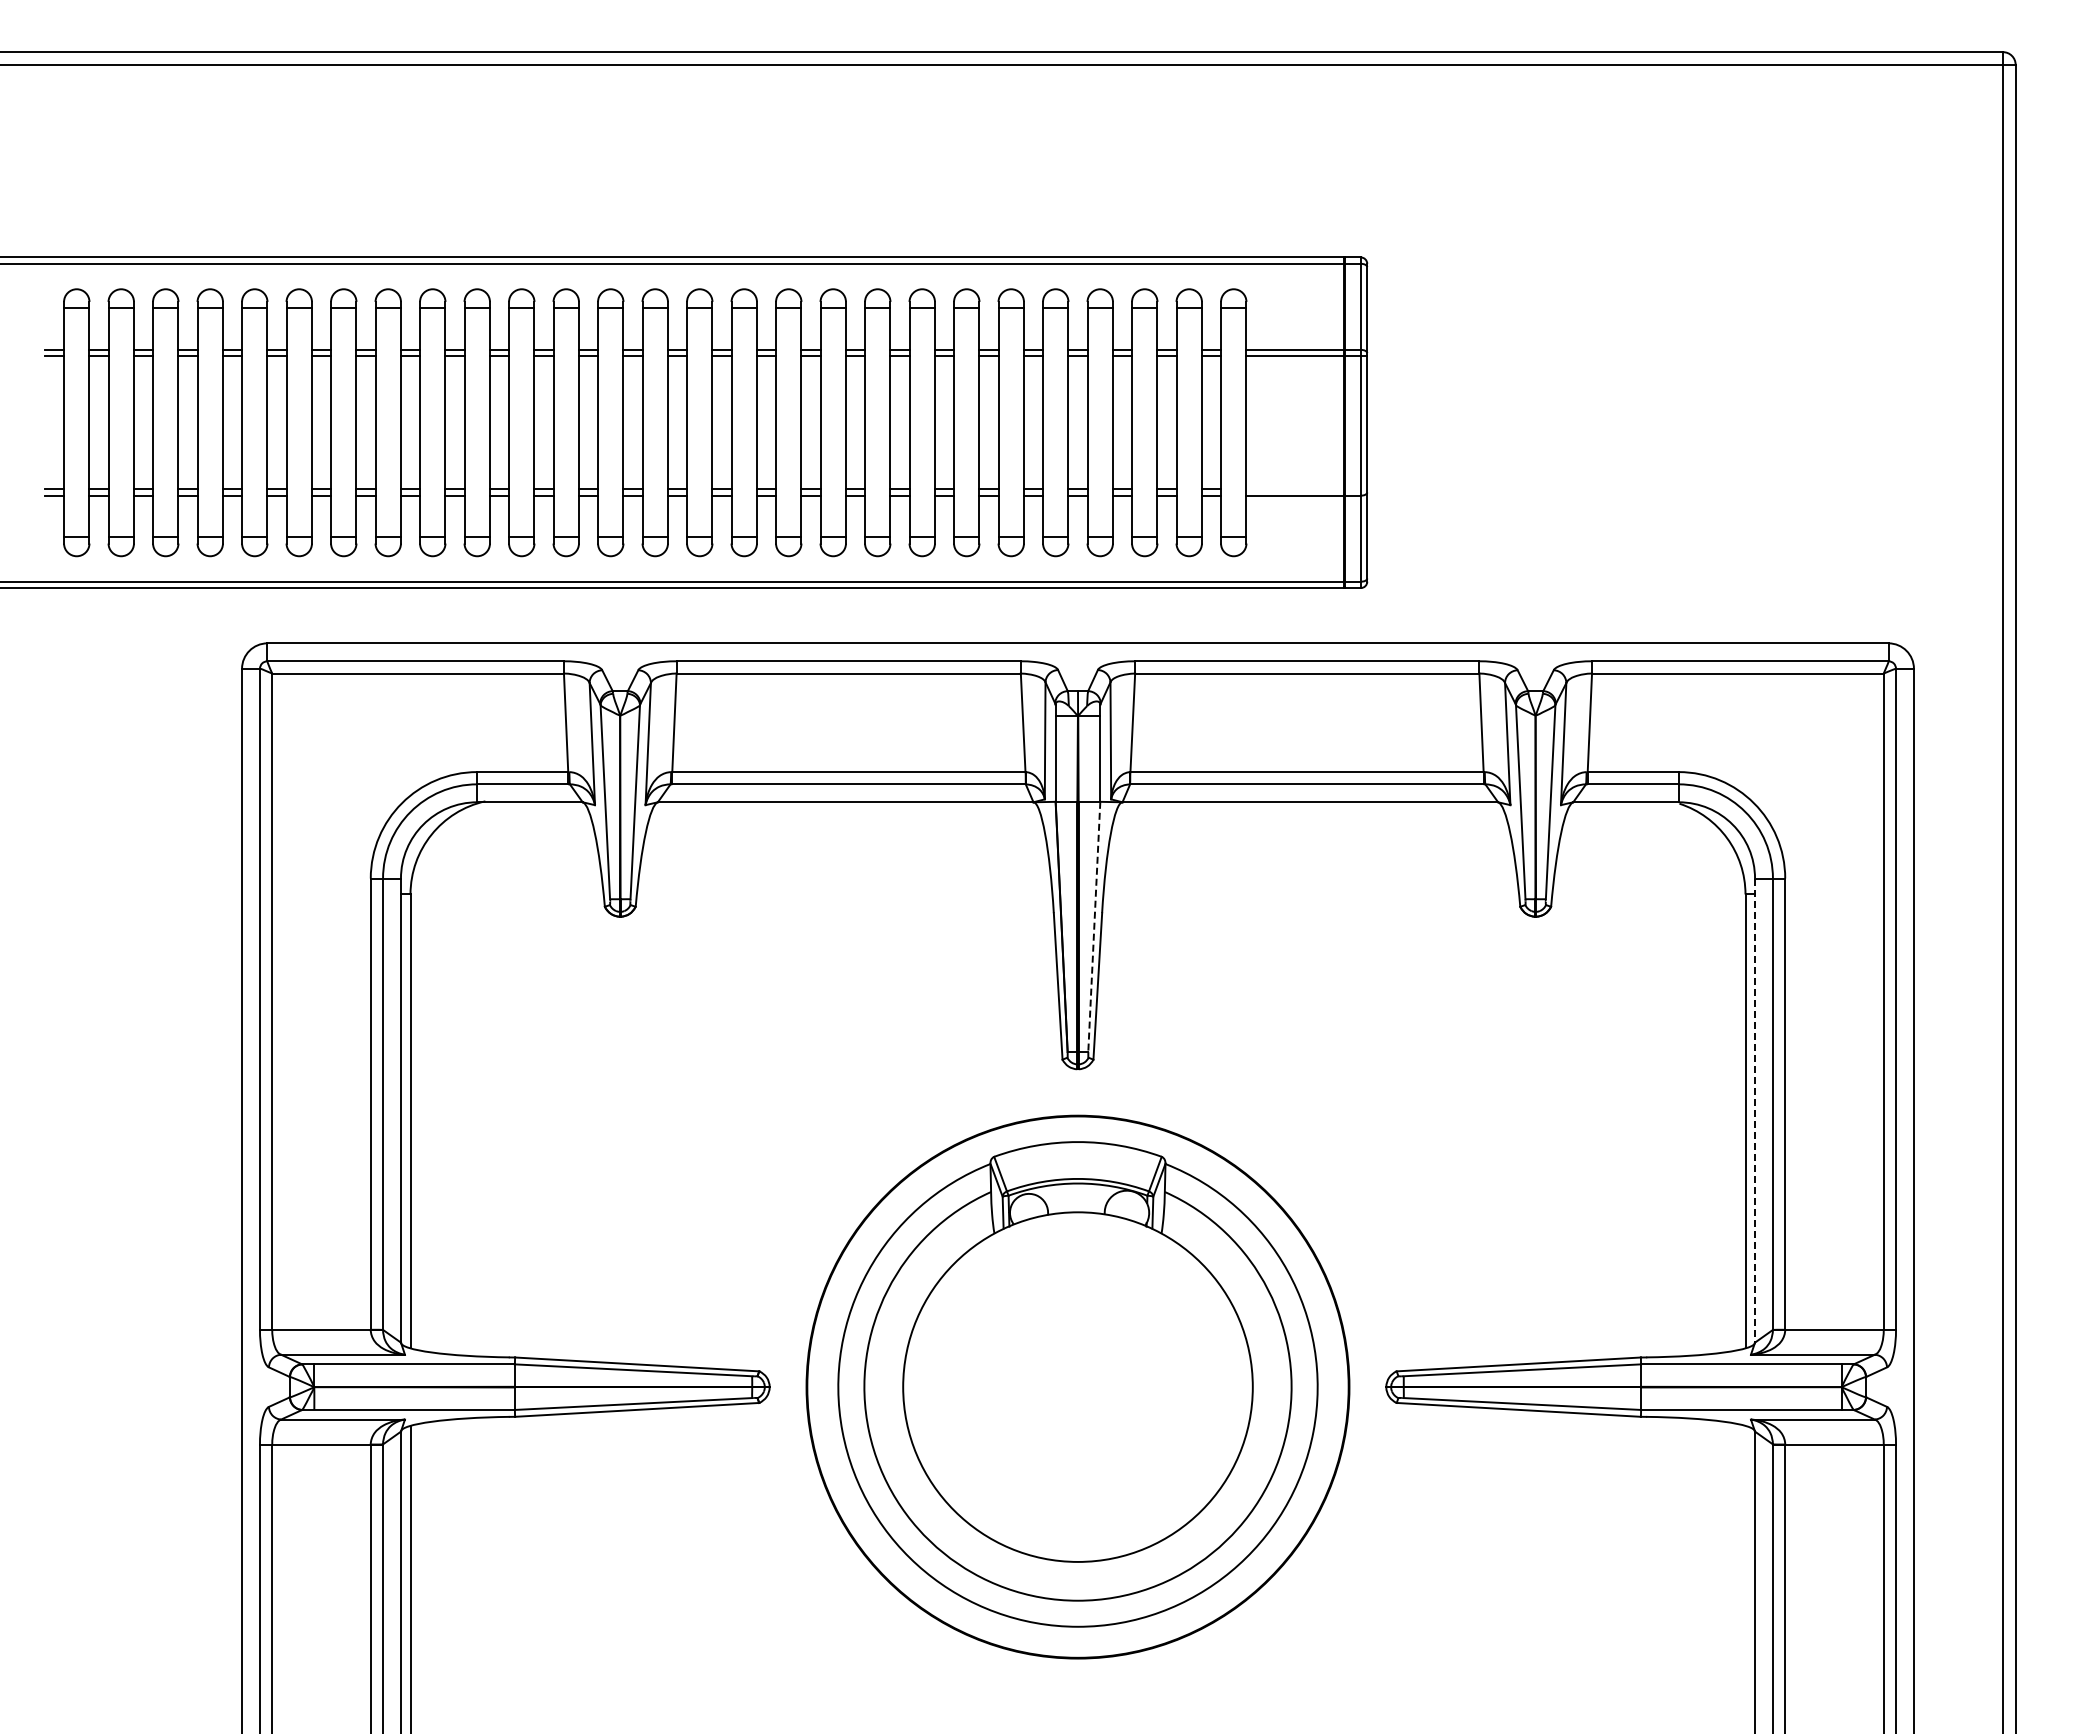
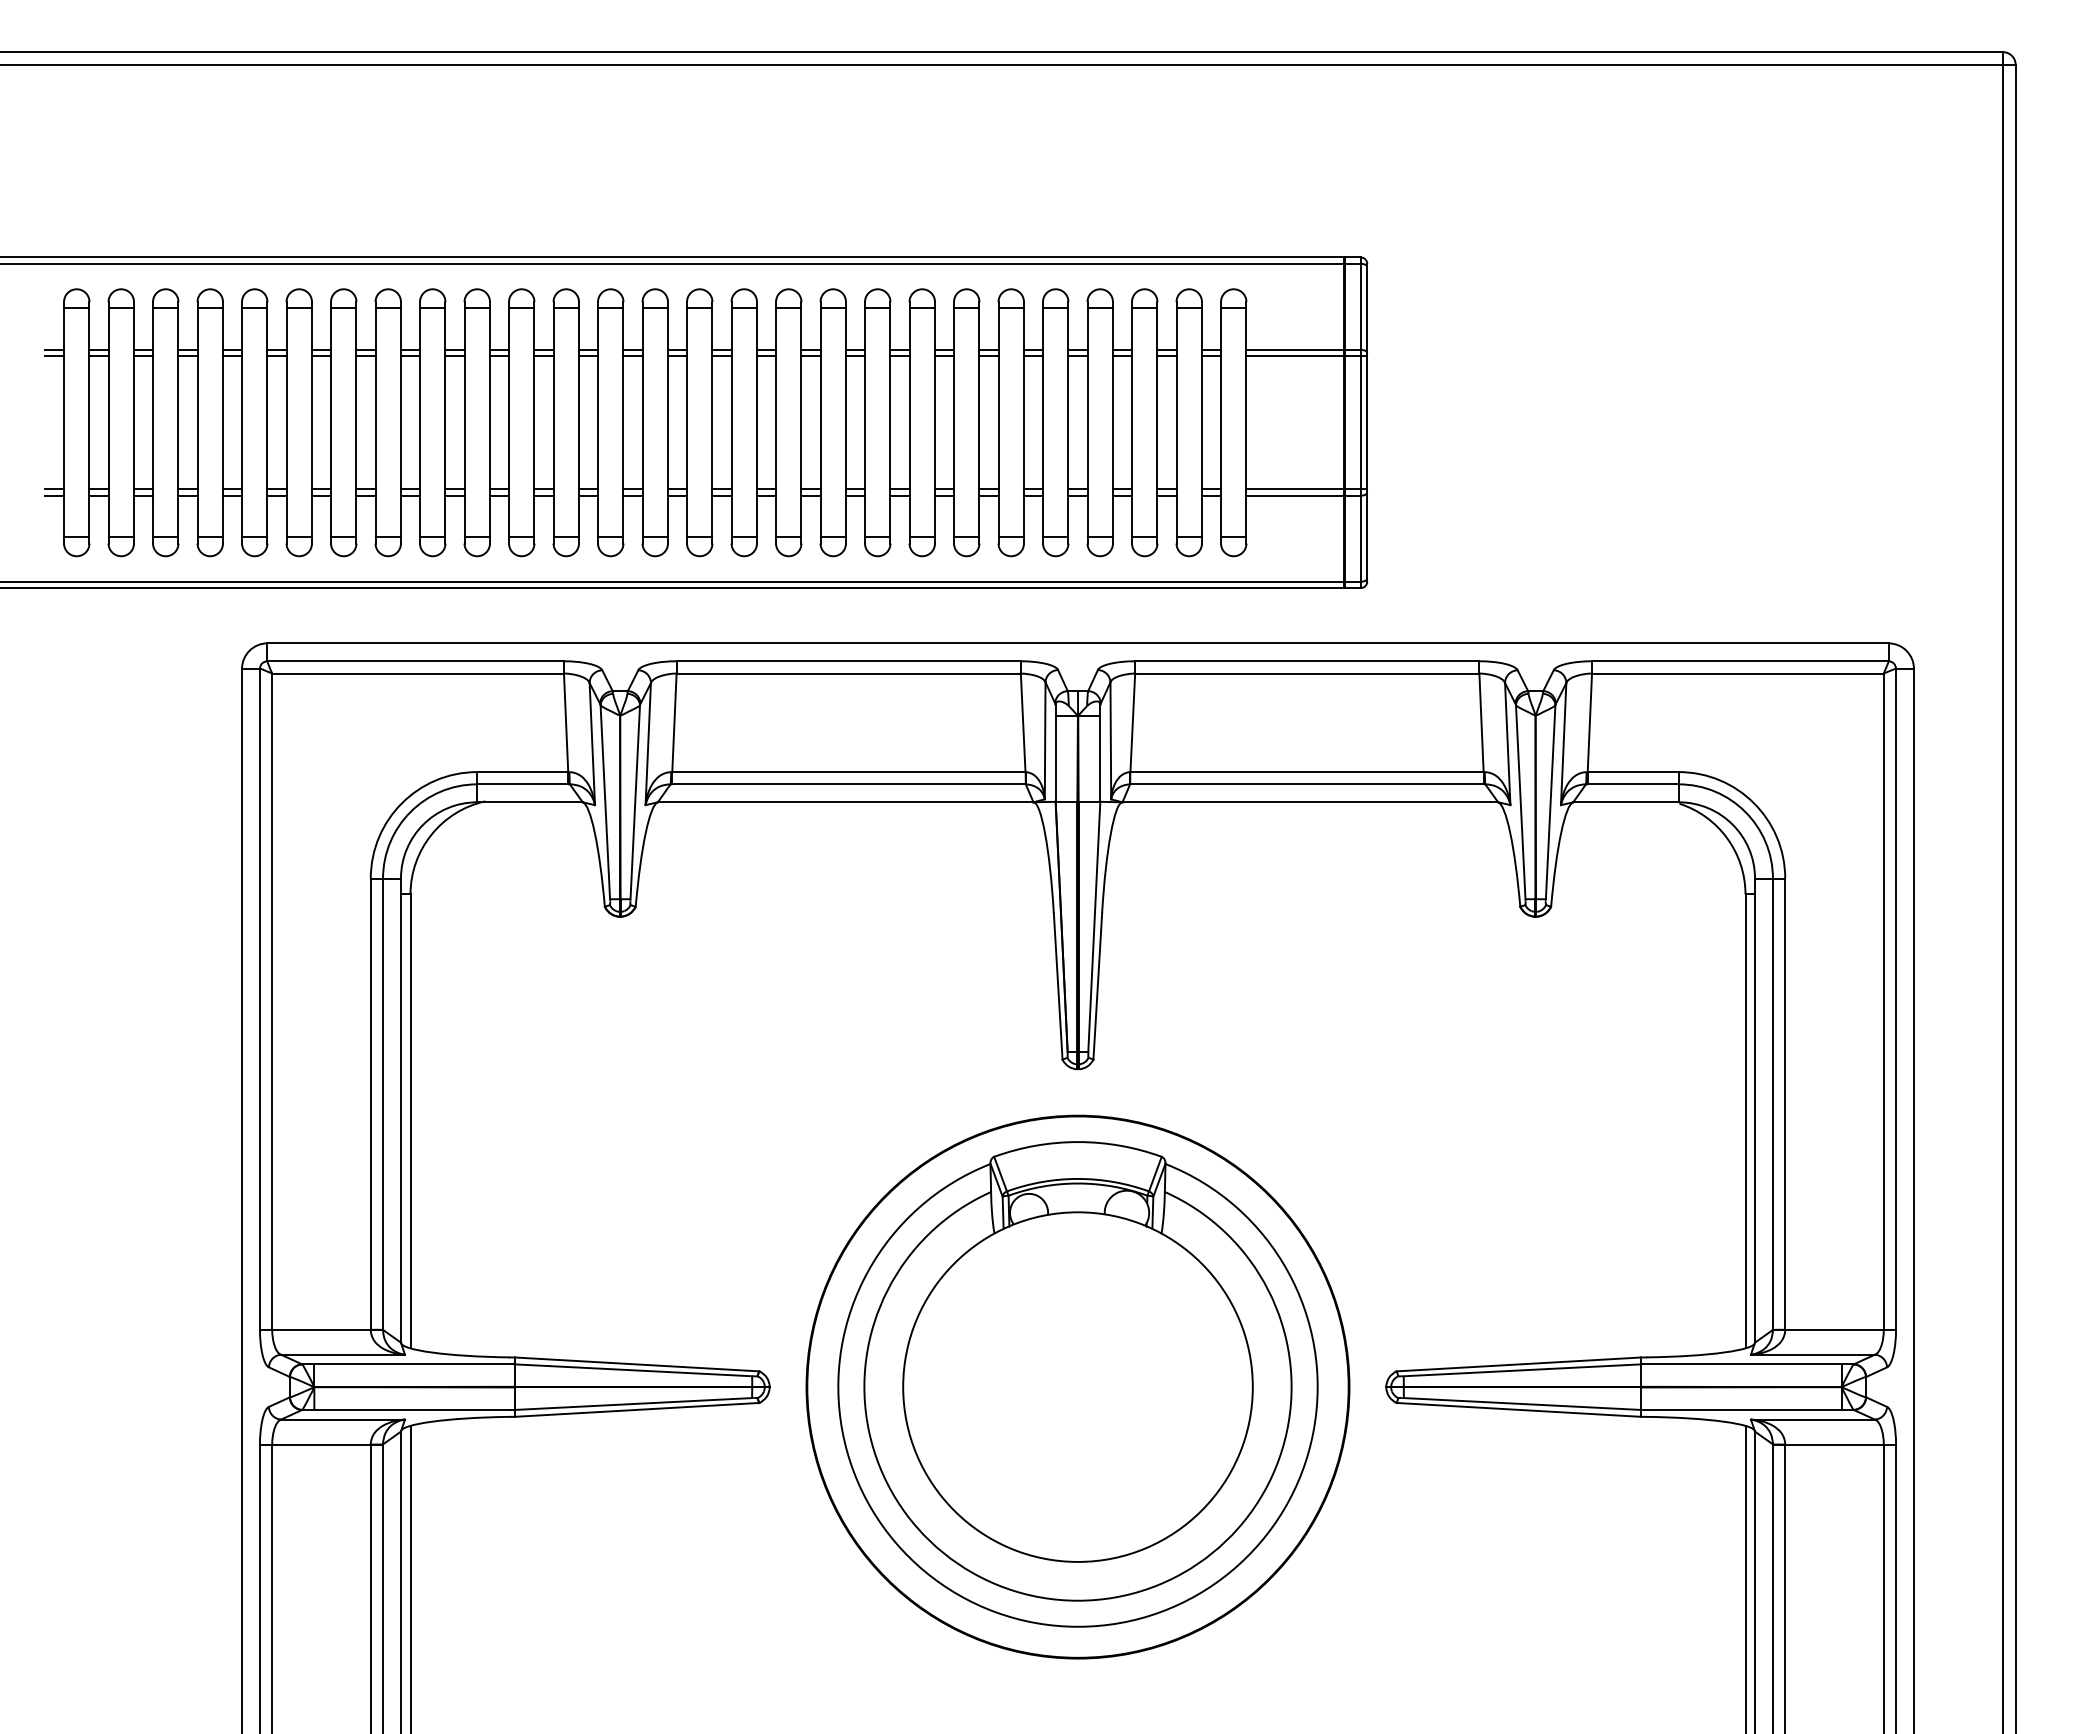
line at (1306, 489): none -> present
line at (1094, 927): dashed -> solid
line at (1755, 1111): dashed -> solid
line at (1745, 1577): none -> present
